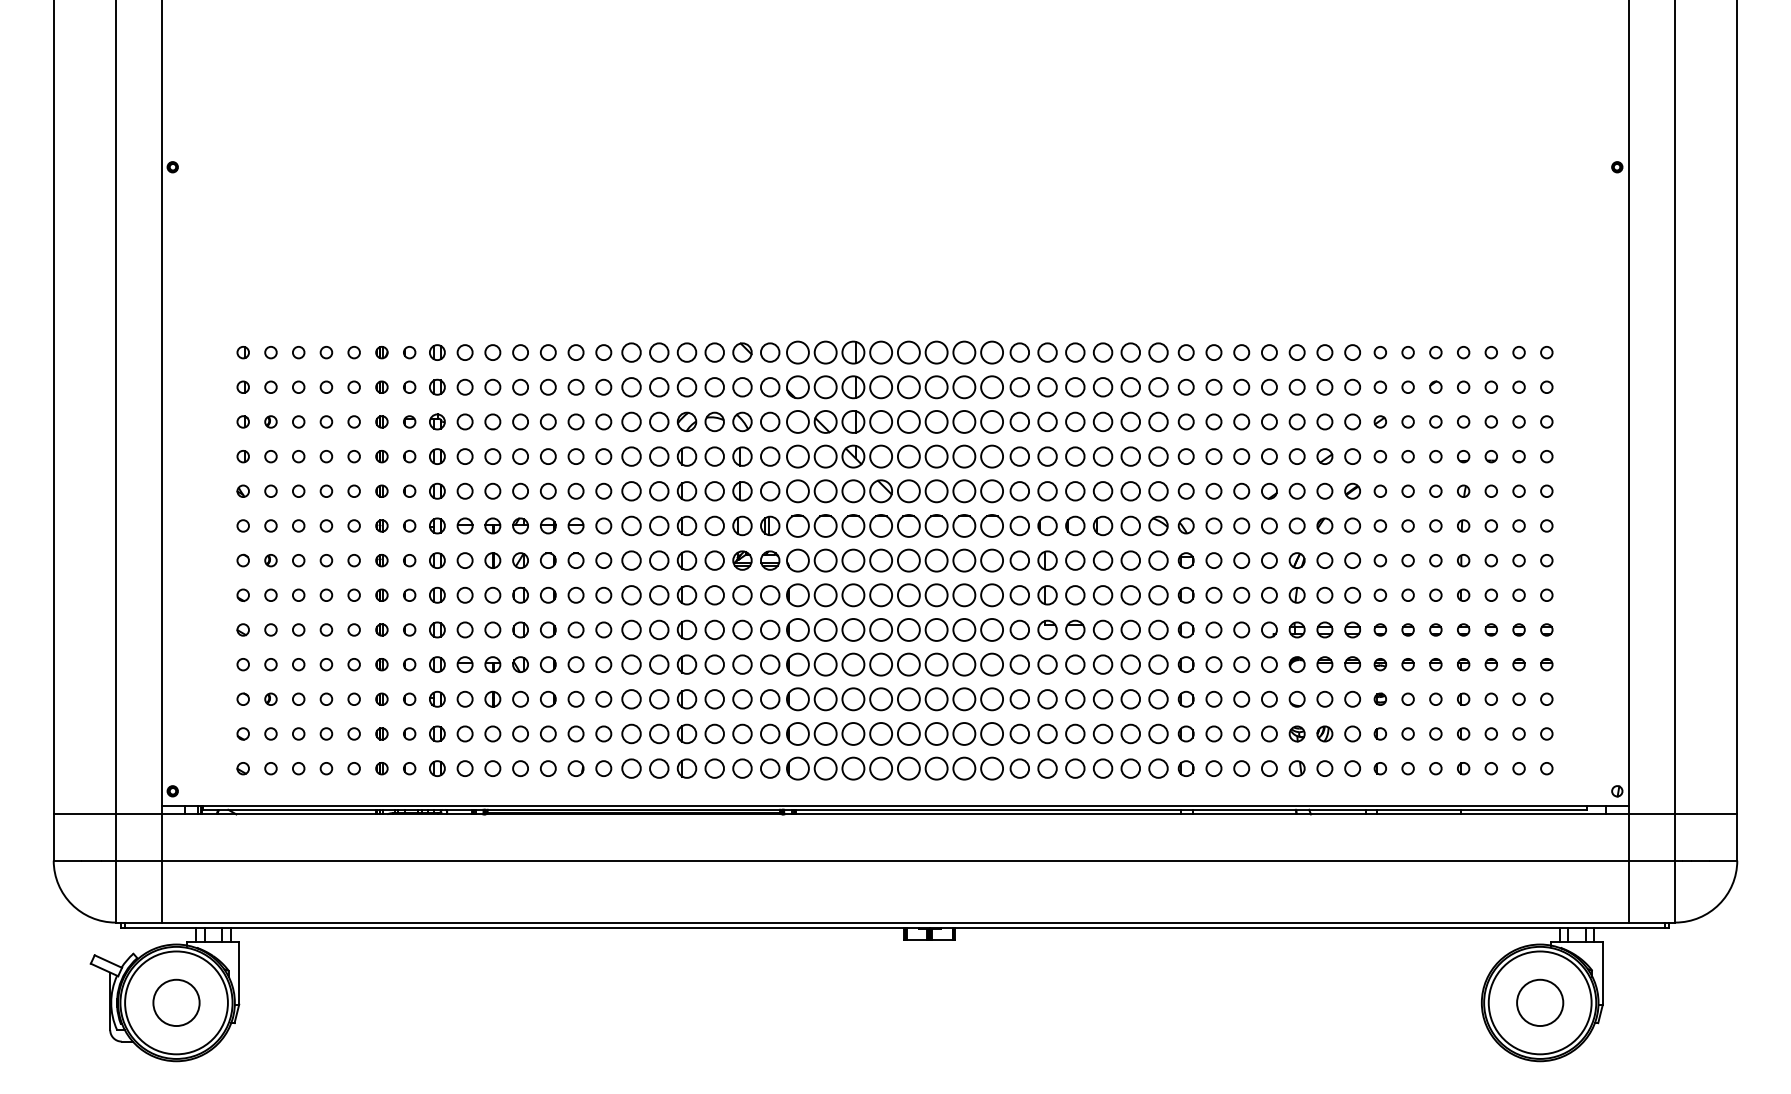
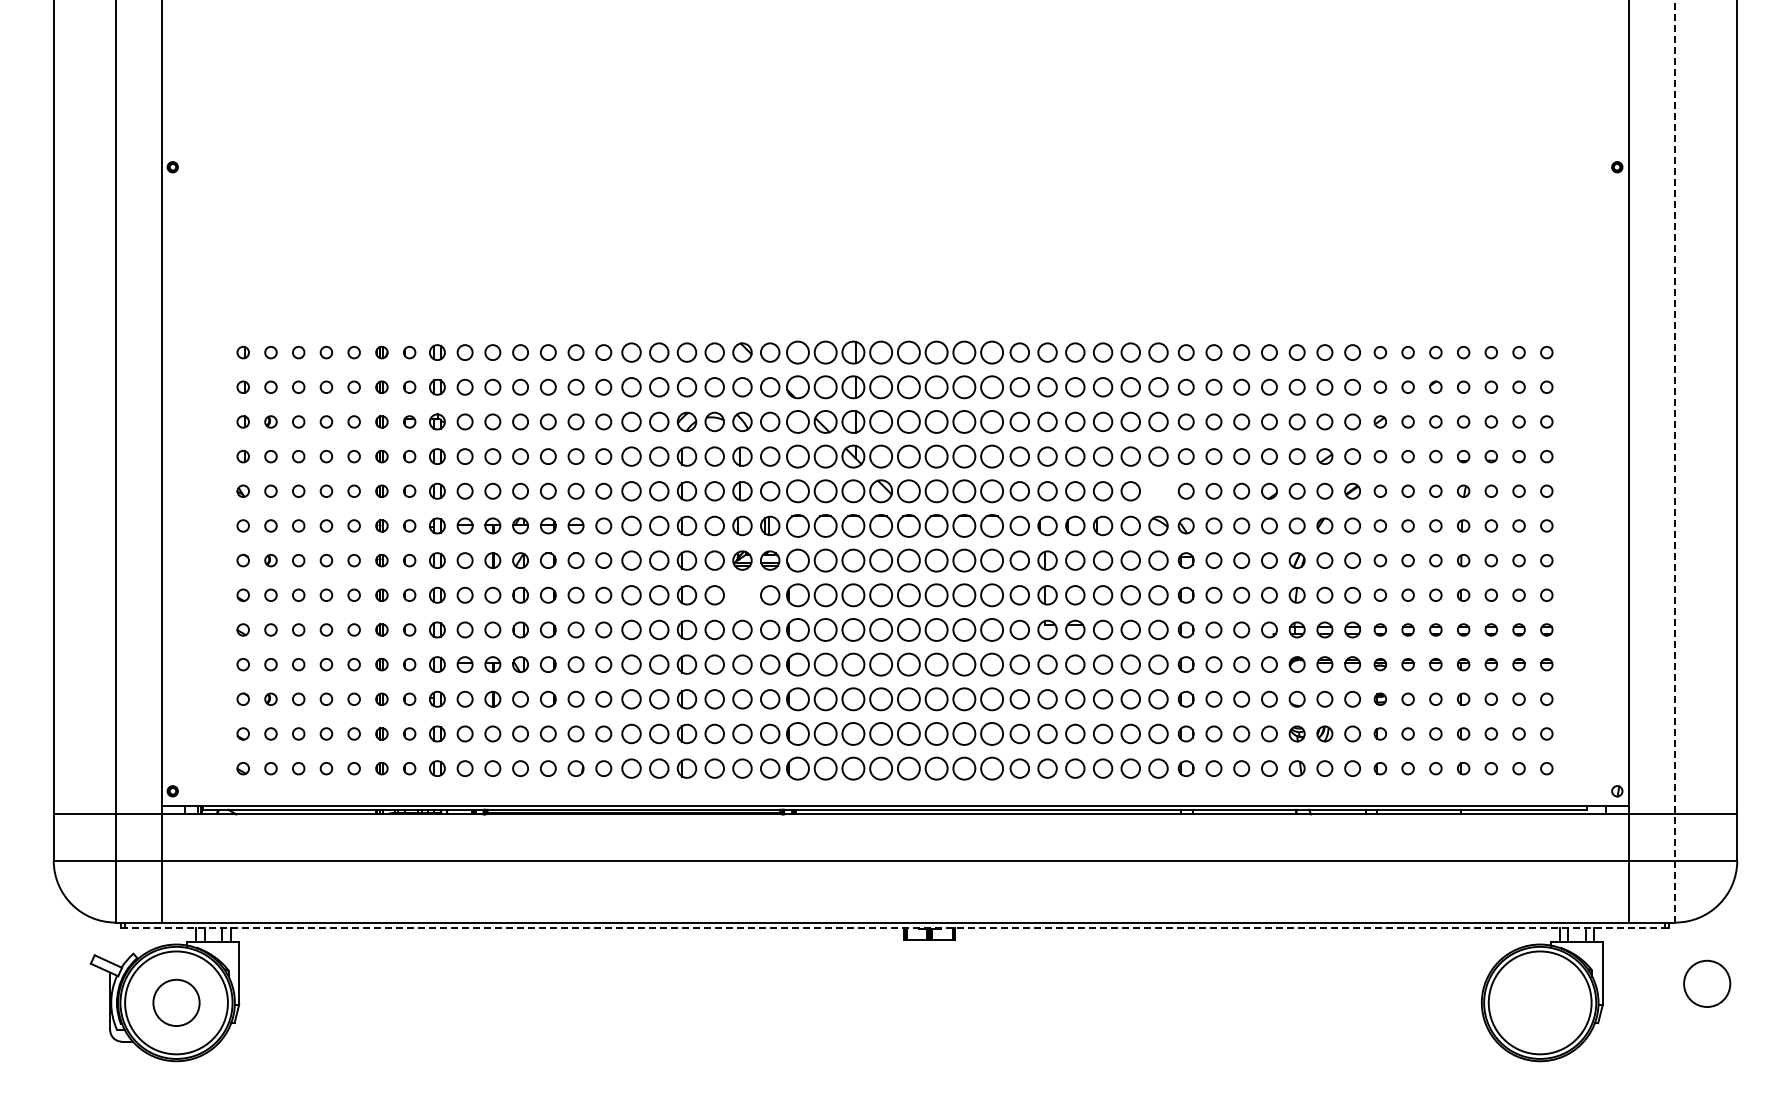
line at (1675, 461): solid -> dashed
circle at (1158, 491): present -> none
circle at (742, 595): present -> none
line at (895, 928): solid -> dashed
circle at (1540, 1002) position: (1540, 1002) -> (1707, 983)
